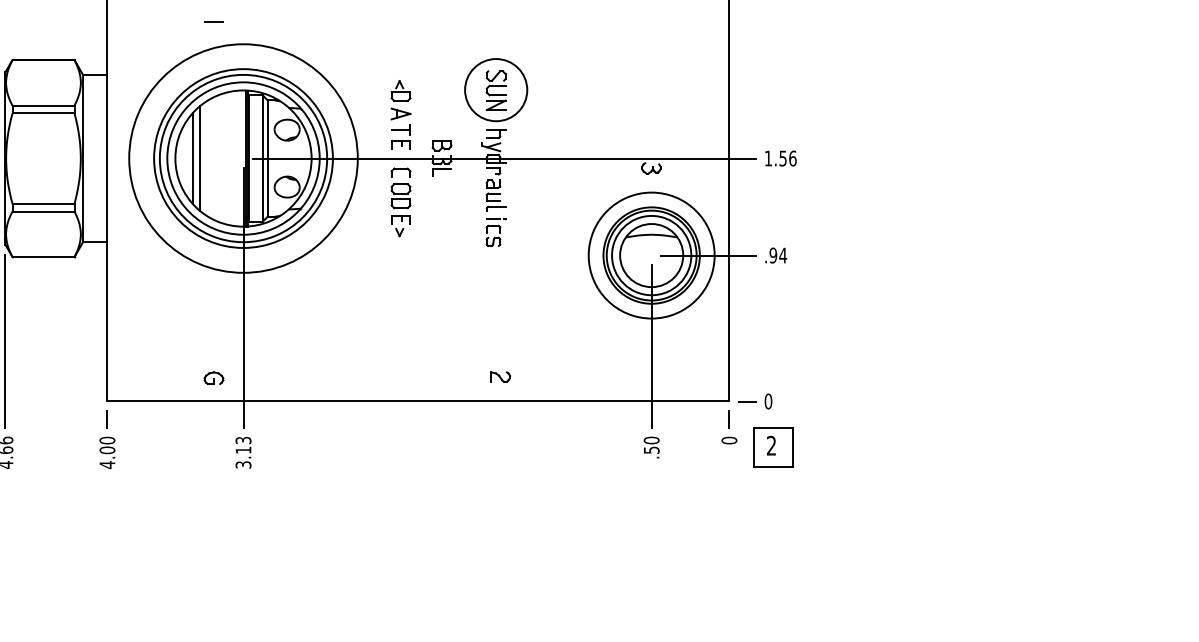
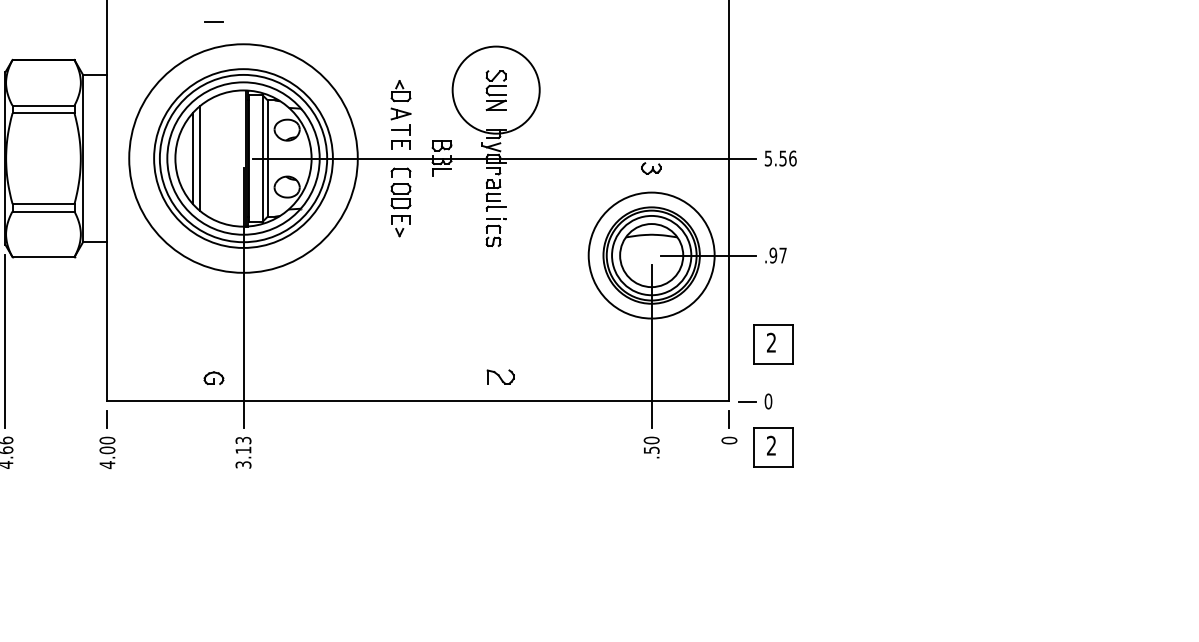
circle at (496, 90) diameter: 62 px -> 87 px
text at (767, 158): 1.56 -> 5.56
text at (783, 255): .94 -> .97
part at (773, 344): none -> present
part at (500, 376) size: 21x12 px -> 29x16 px
